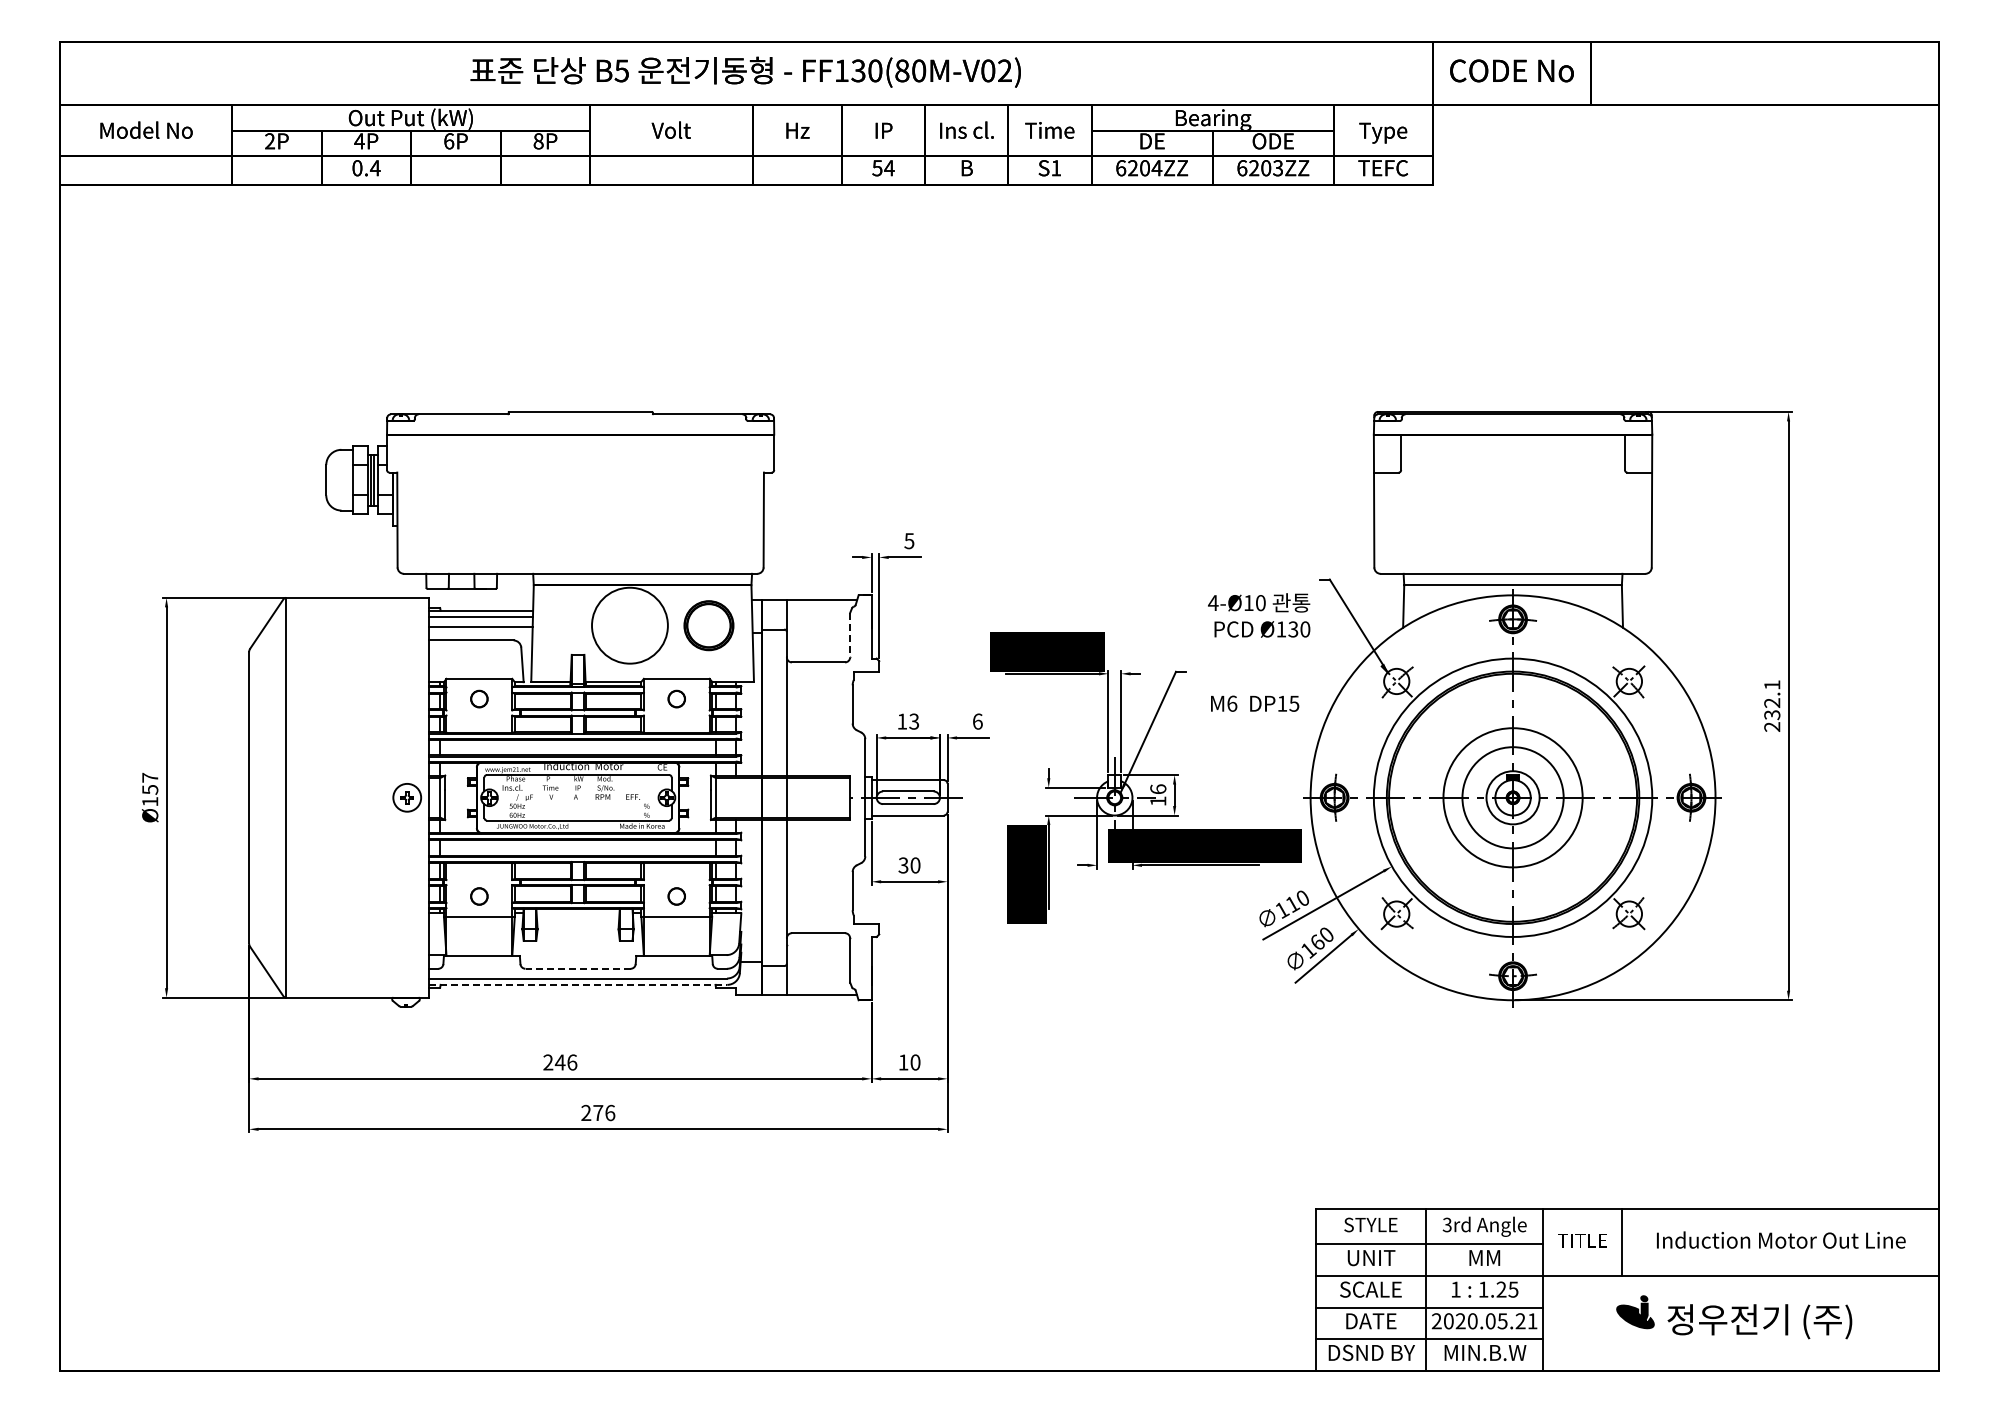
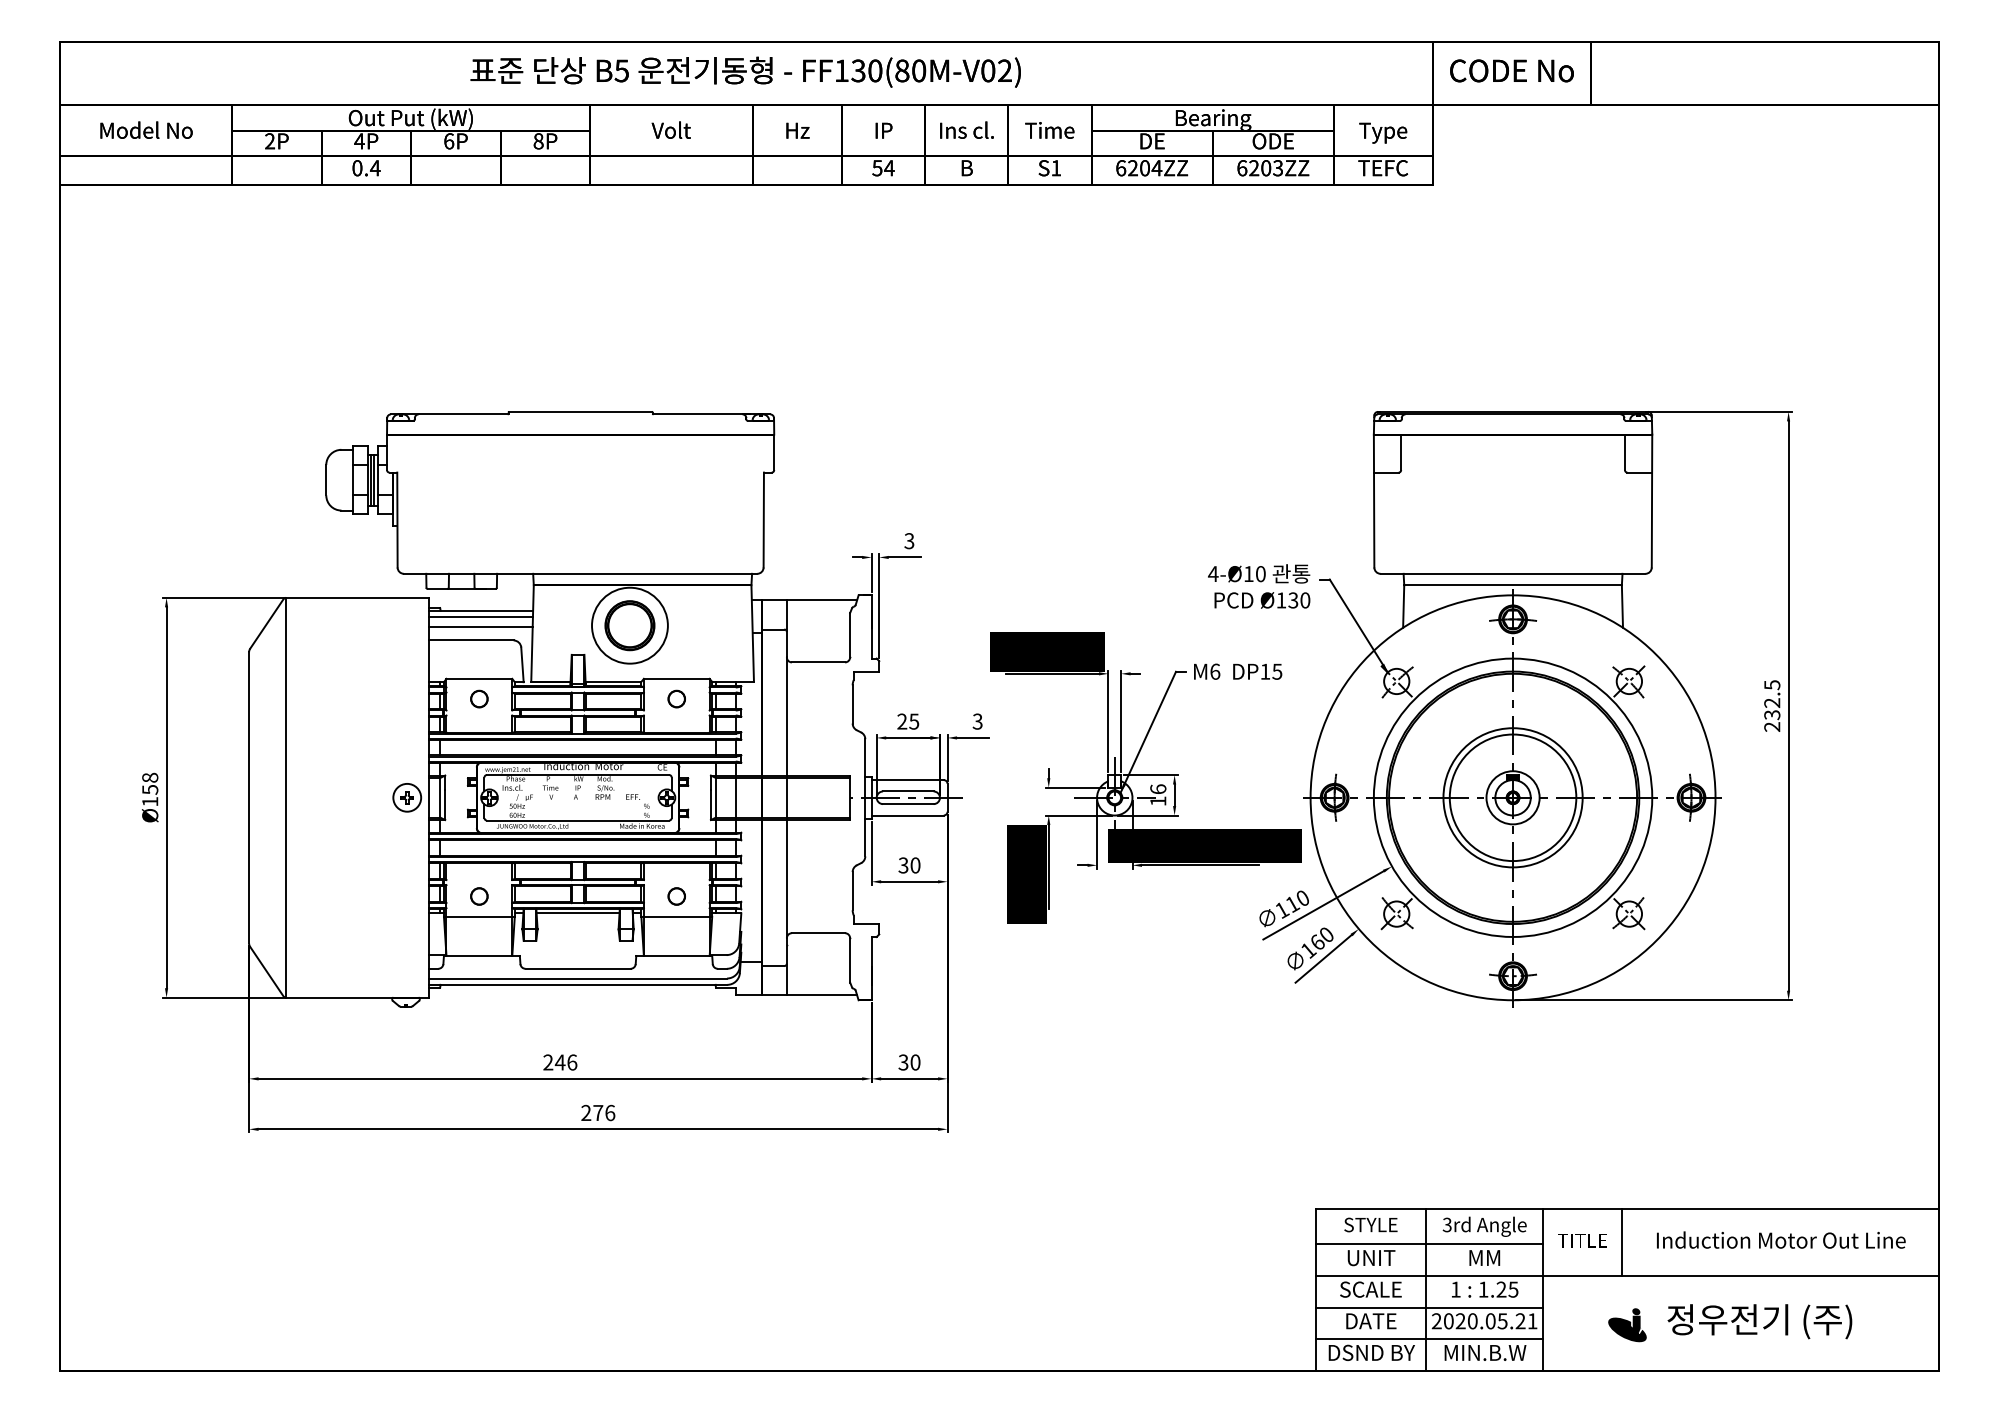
text at (909, 540): 5 -> 3
text at (1259, 615) position: (1259, 615) -> (1259, 586)
part at (708, 625) position: (708, 625) -> (629, 625)
line at (850, 635): dashed -> solid
text at (1772, 685): 232.1 -> 232.5
text at (1255, 703) position: (1255, 703) -> (1238, 671)
text at (908, 721): 13 -> 25
text at (977, 721): 6 -> 3
text at (150, 777): Ø157 -> Ø158
line at (736, 797): none -> present
circle at (1512, 797) diameter: 101 px -> 127 px
line at (577, 913): none -> present
line at (578, 968): dashed -> solid
line at (578, 984): dashed -> solid
text at (903, 1062): 10 -> 30
part at (1635, 1312) position: (1635, 1312) -> (1627, 1325)
